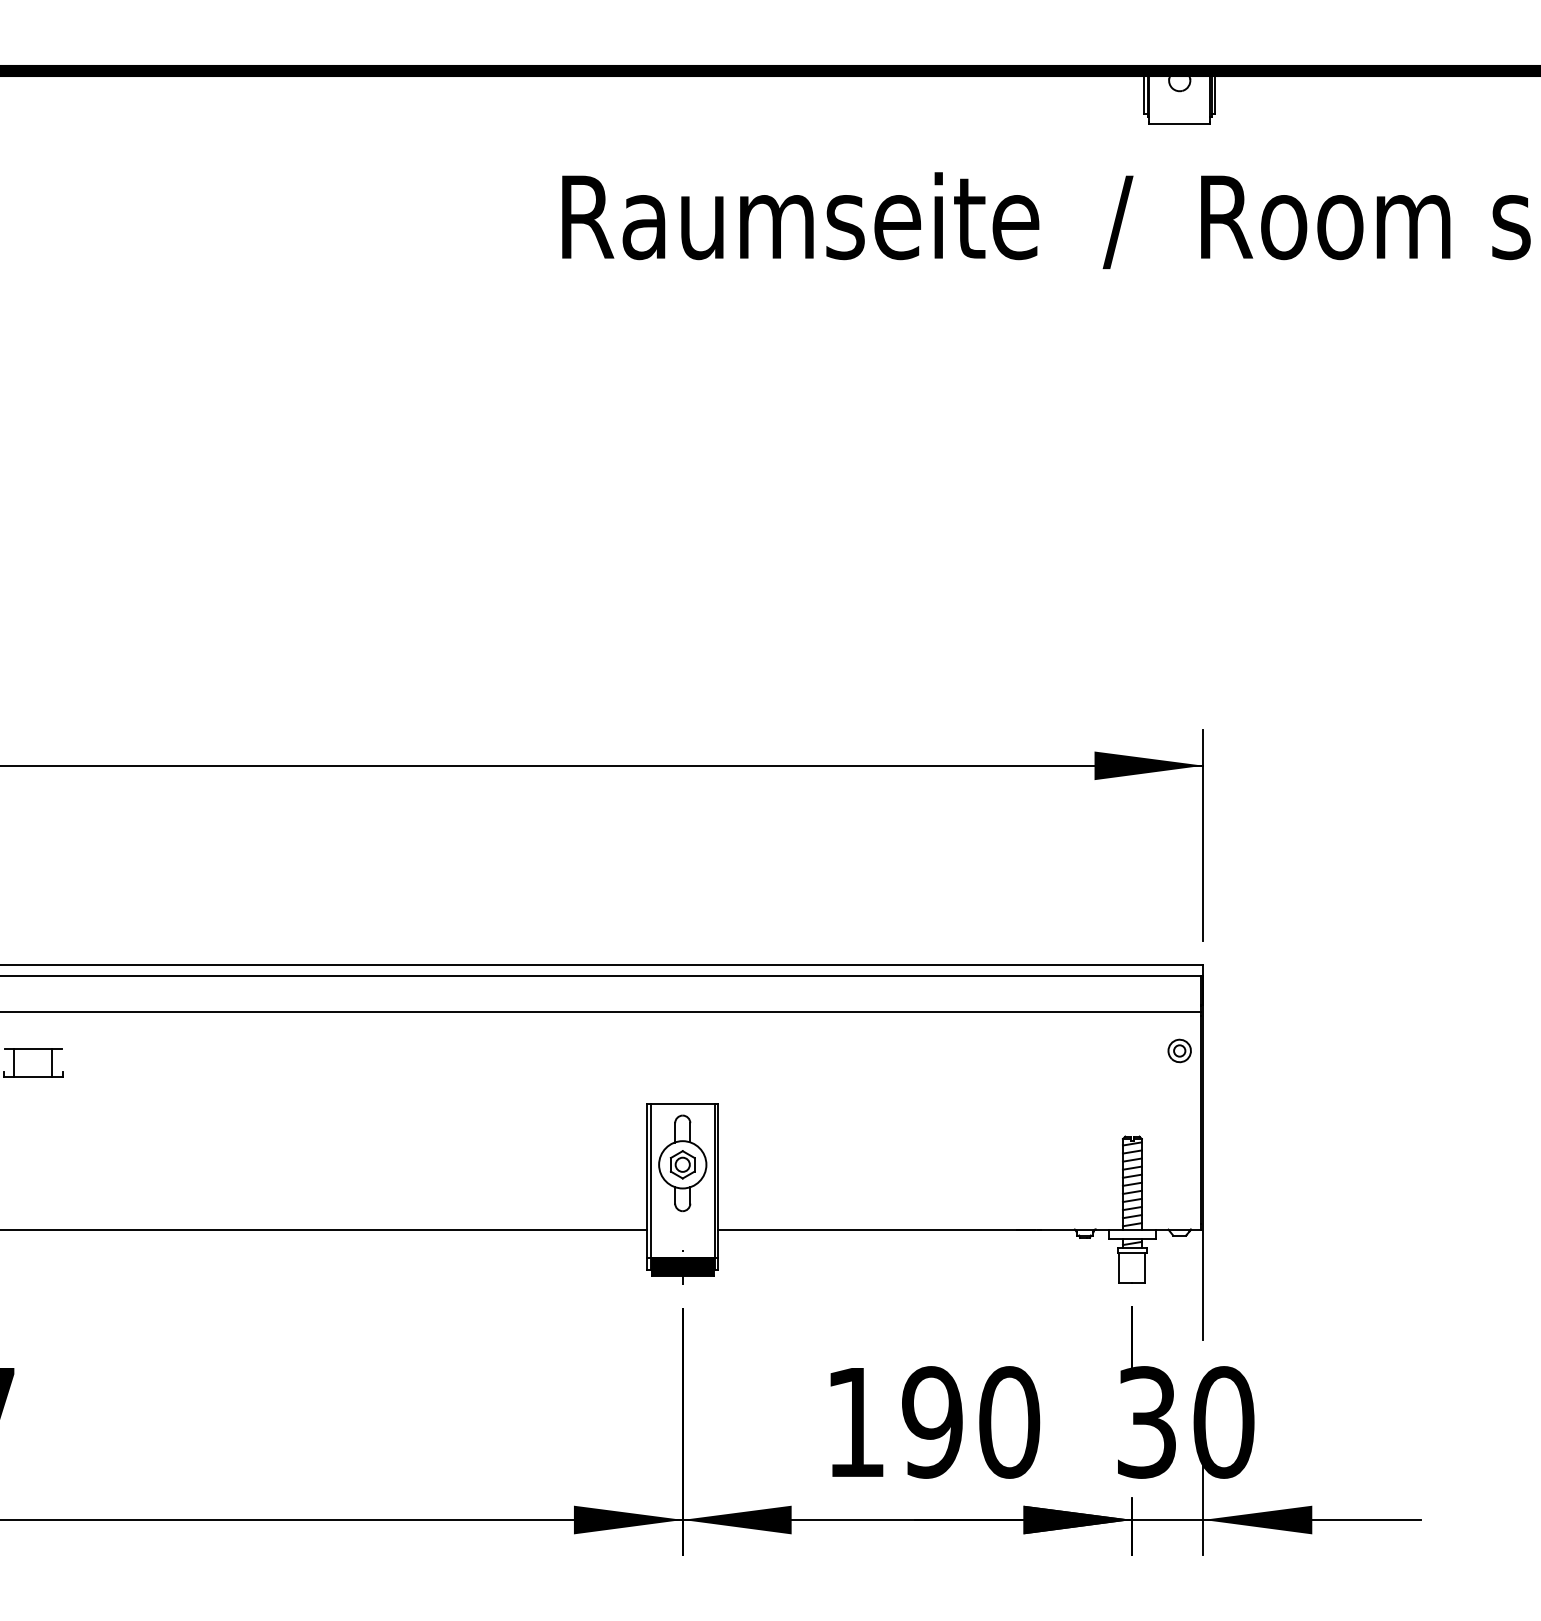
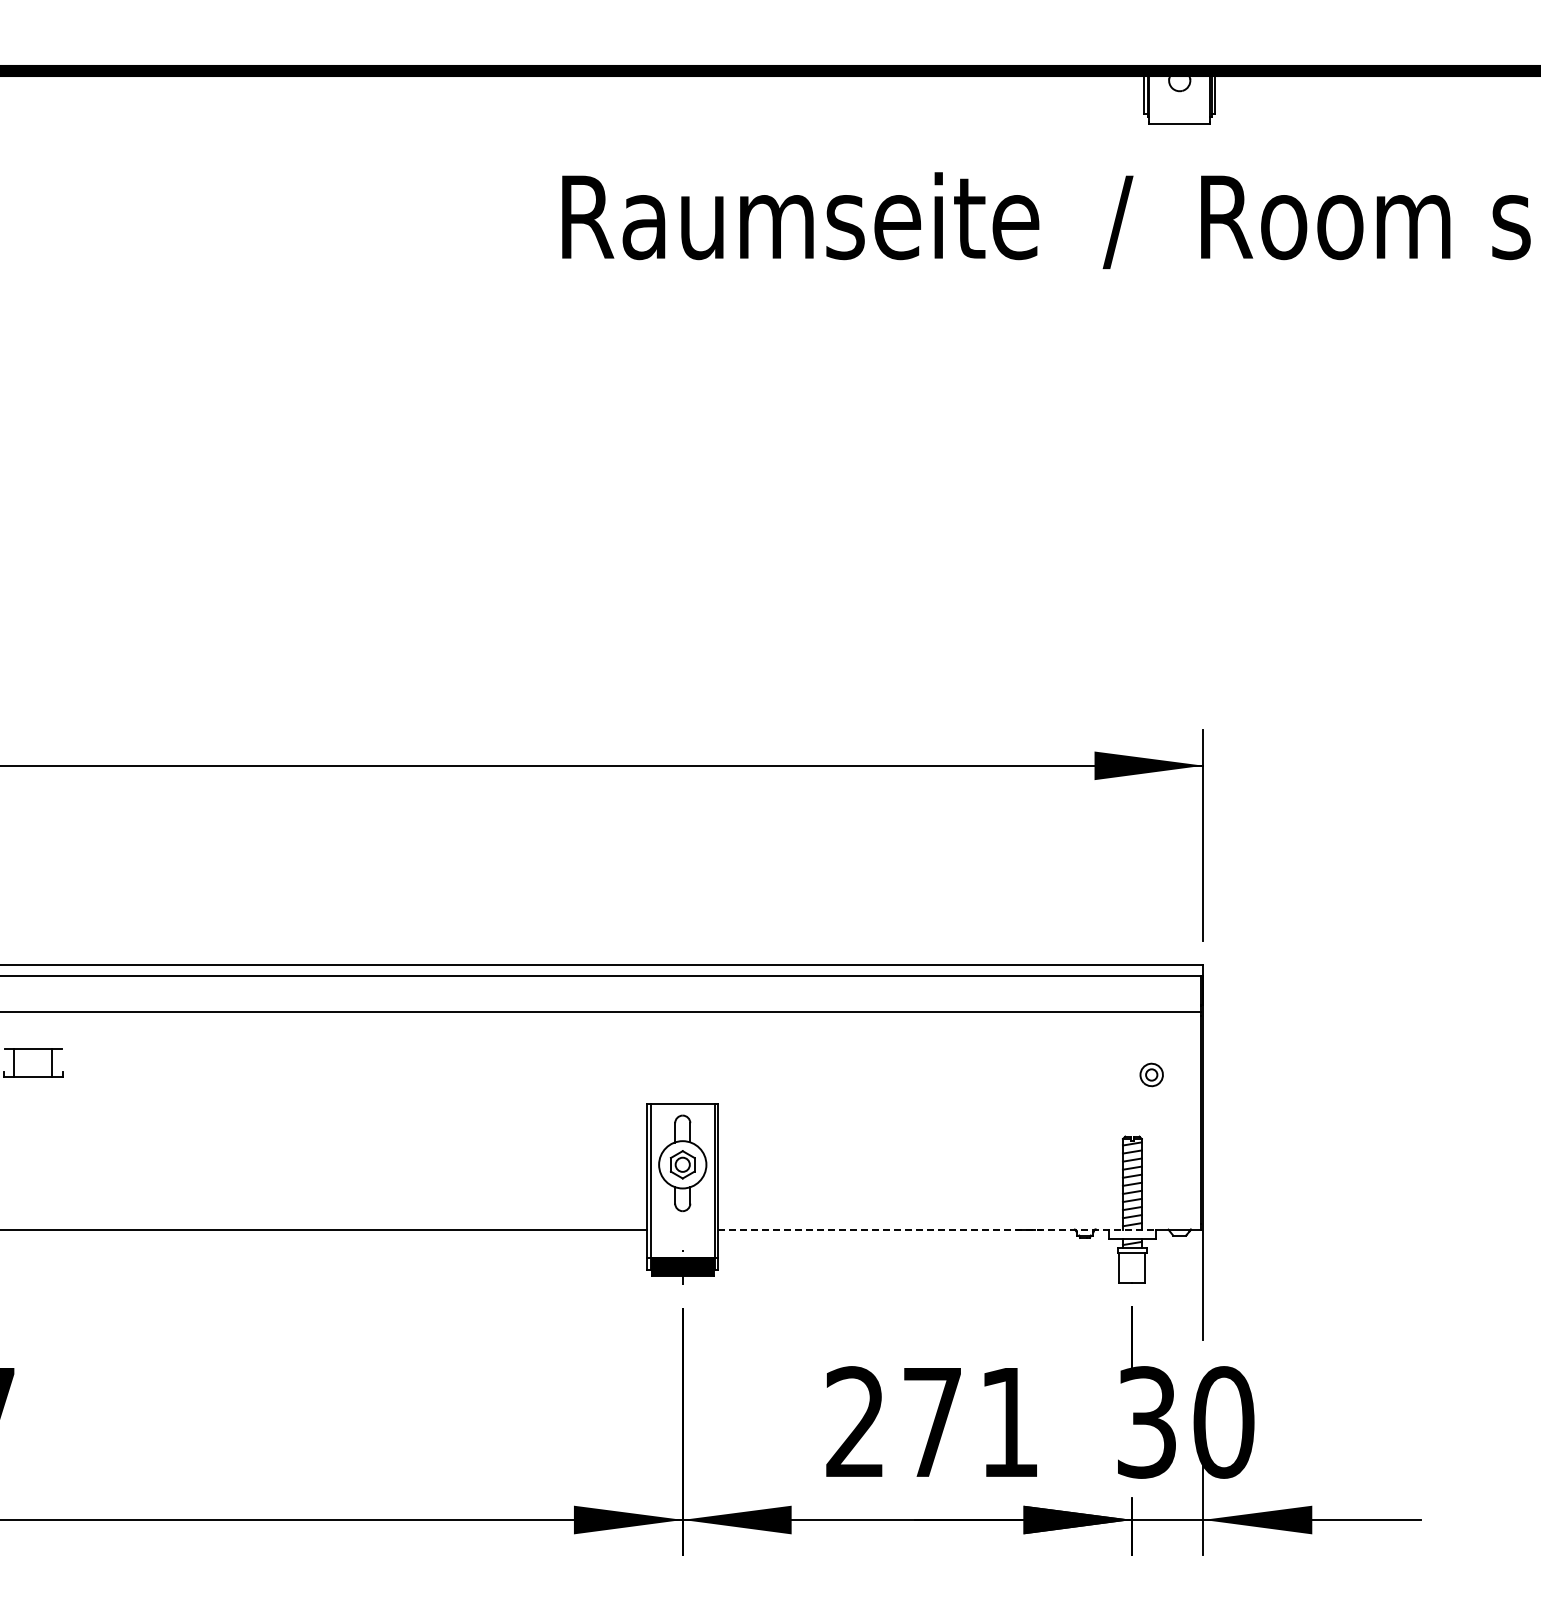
part at (1179, 1050) position: (1179, 1050) -> (1151, 1074)
line at (937, 1229): solid -> dashed
text at (933, 1422): 190 -> 271
